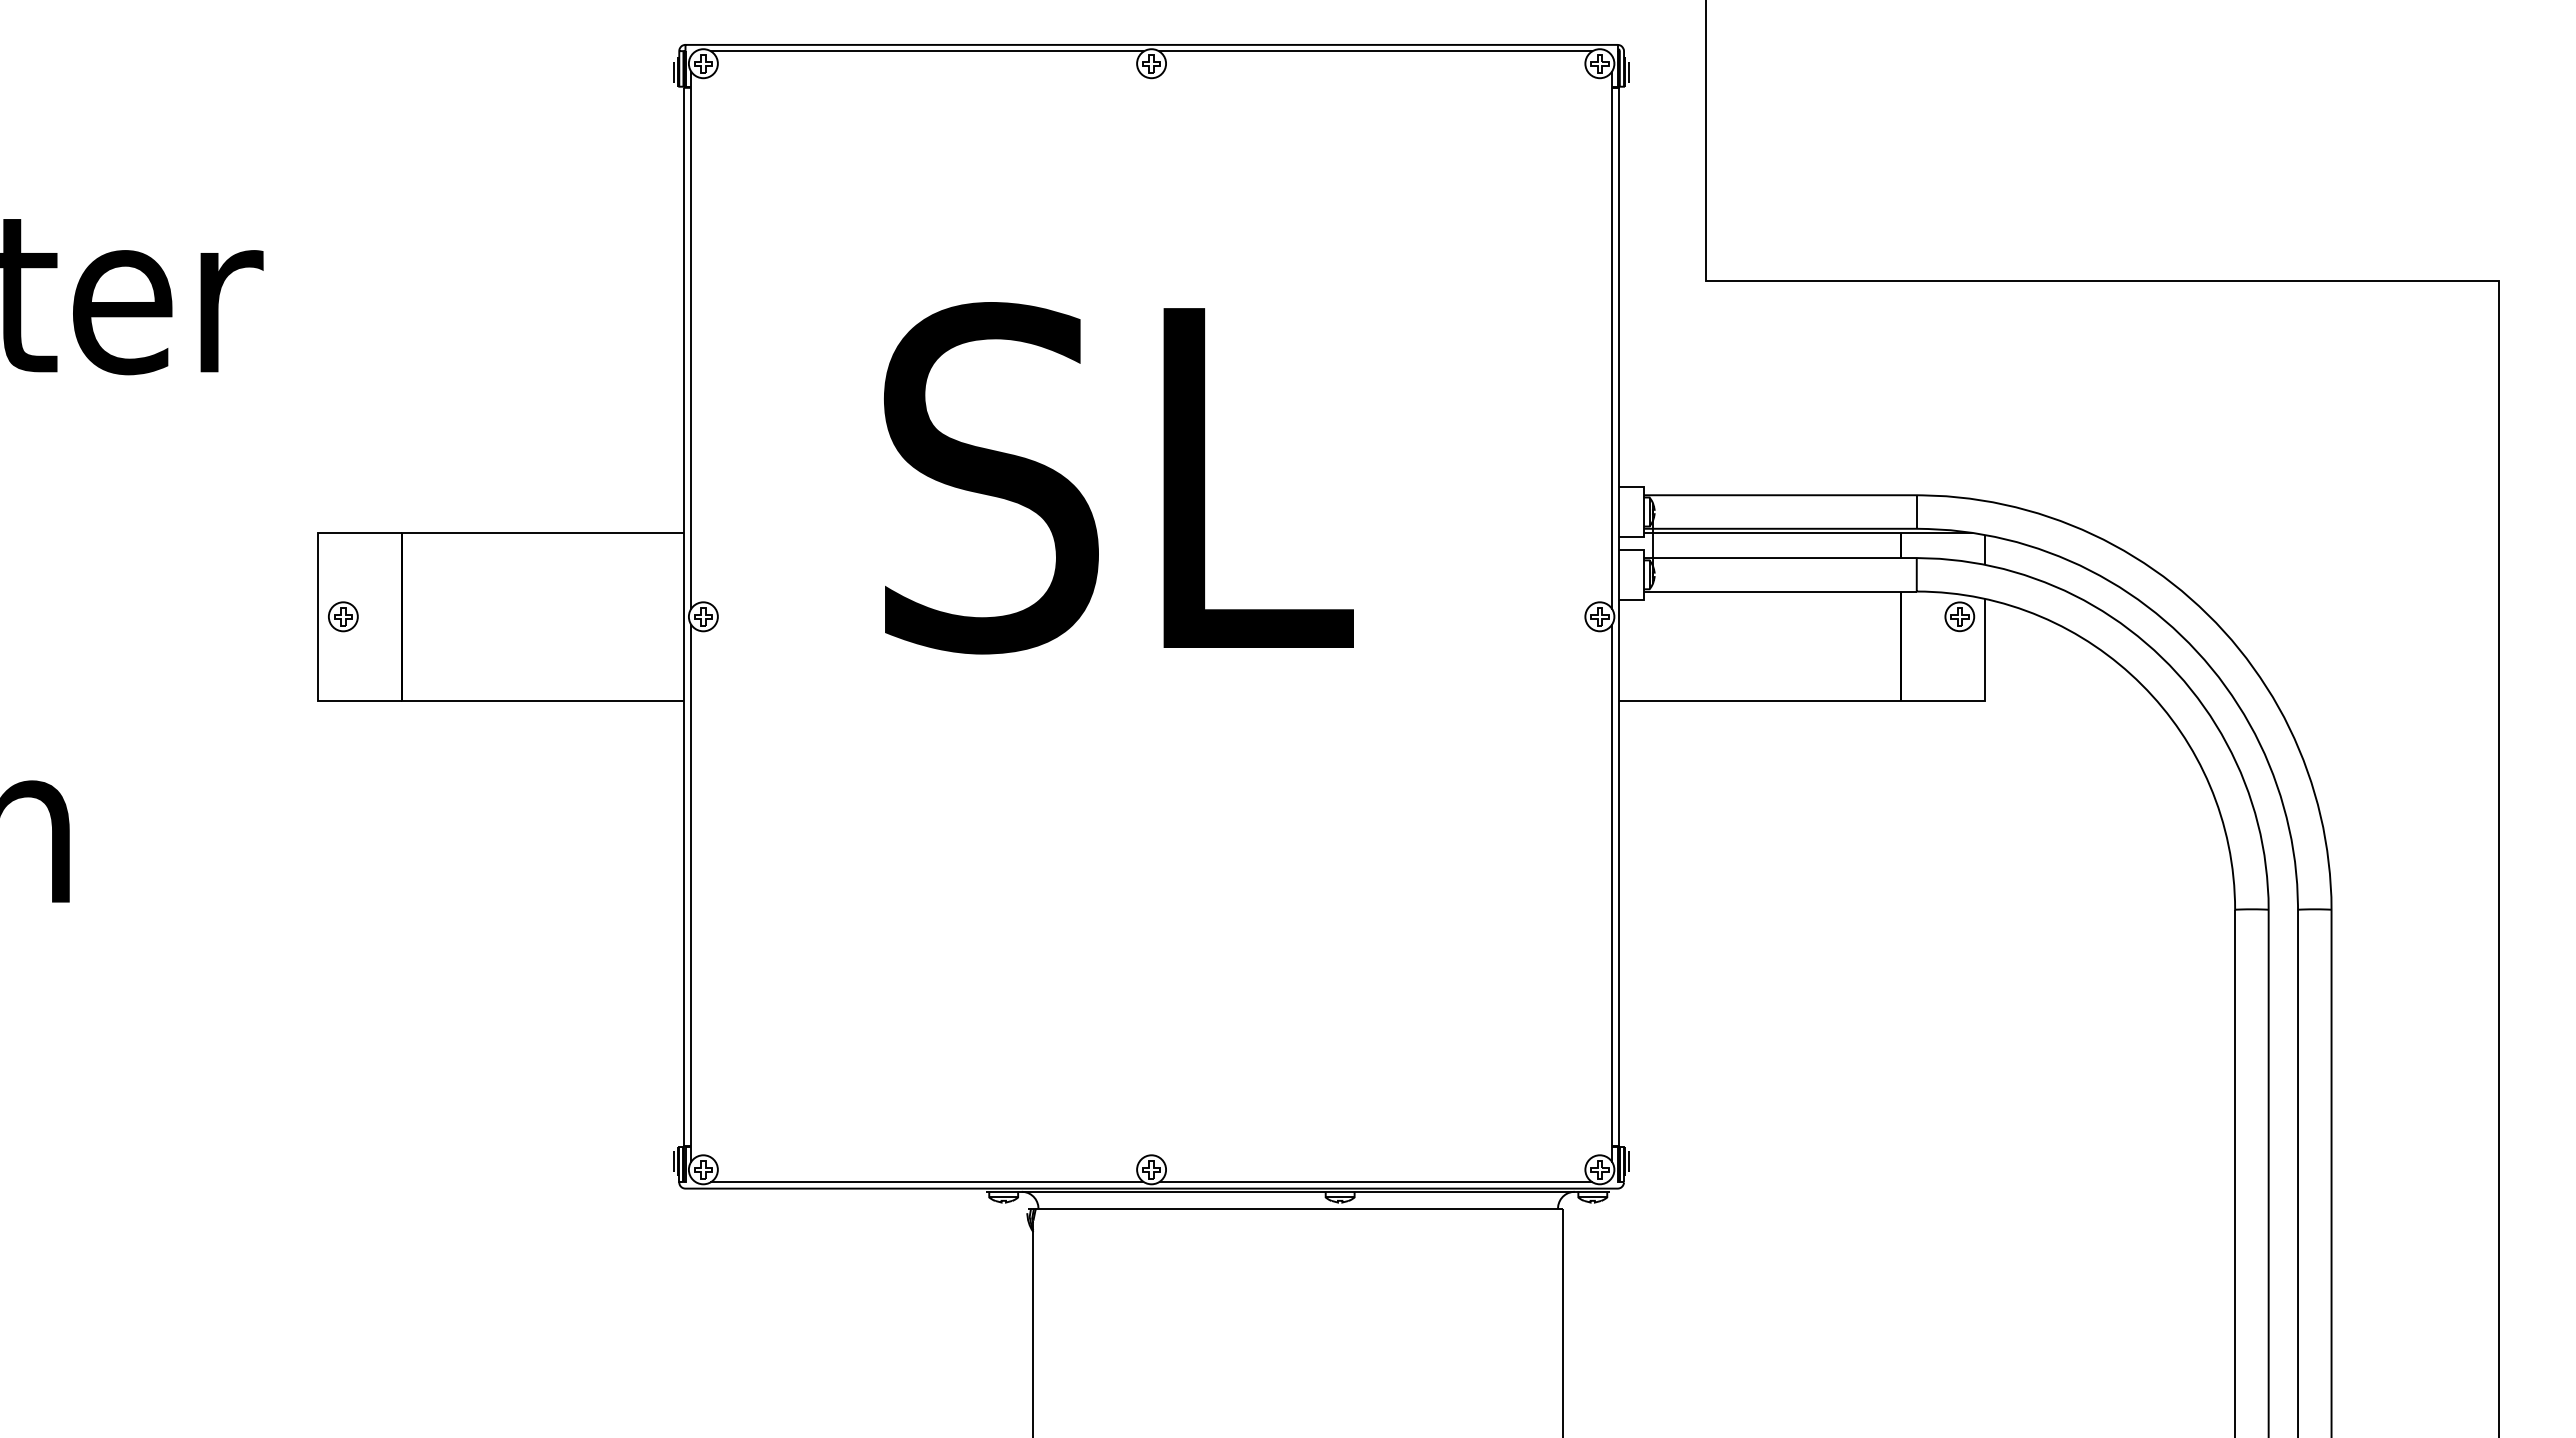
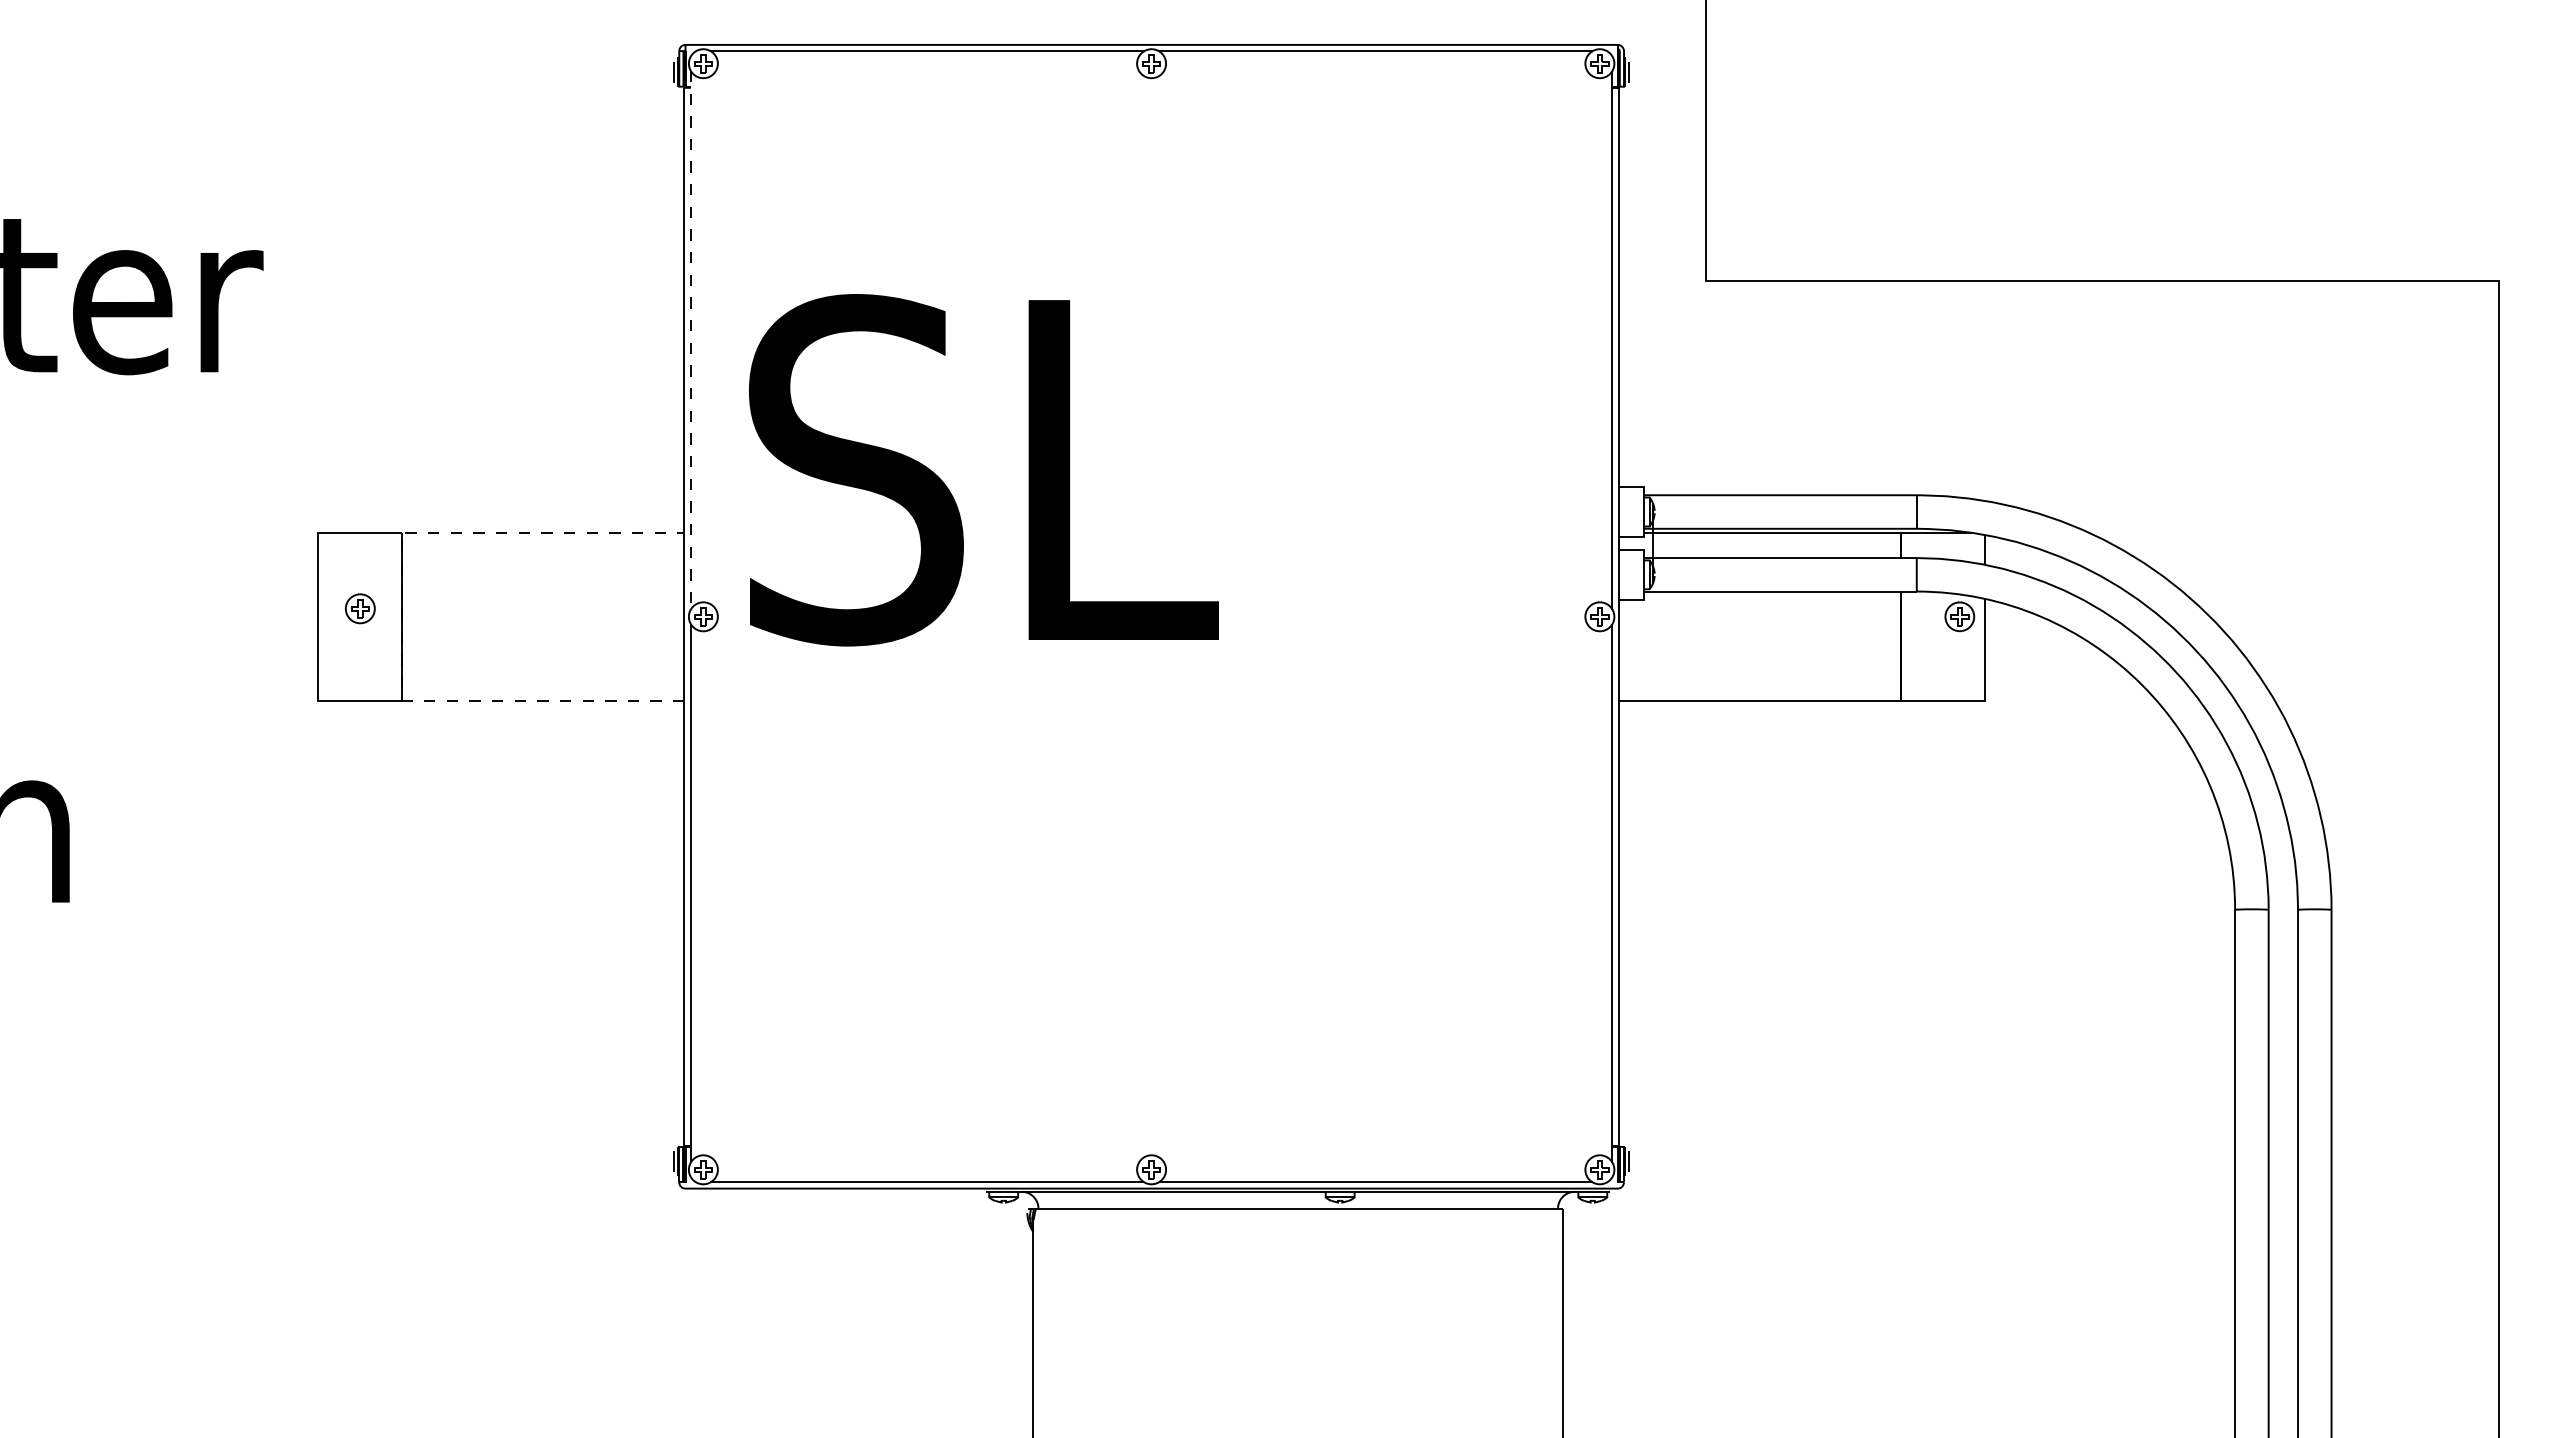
line at (690, 340): solid -> dashed
text at (1118, 478) position: (1118, 478) -> (983, 470)
part at (343, 616) position: (343, 616) -> (360, 608)
line at (402, 616): solid -> dashed
